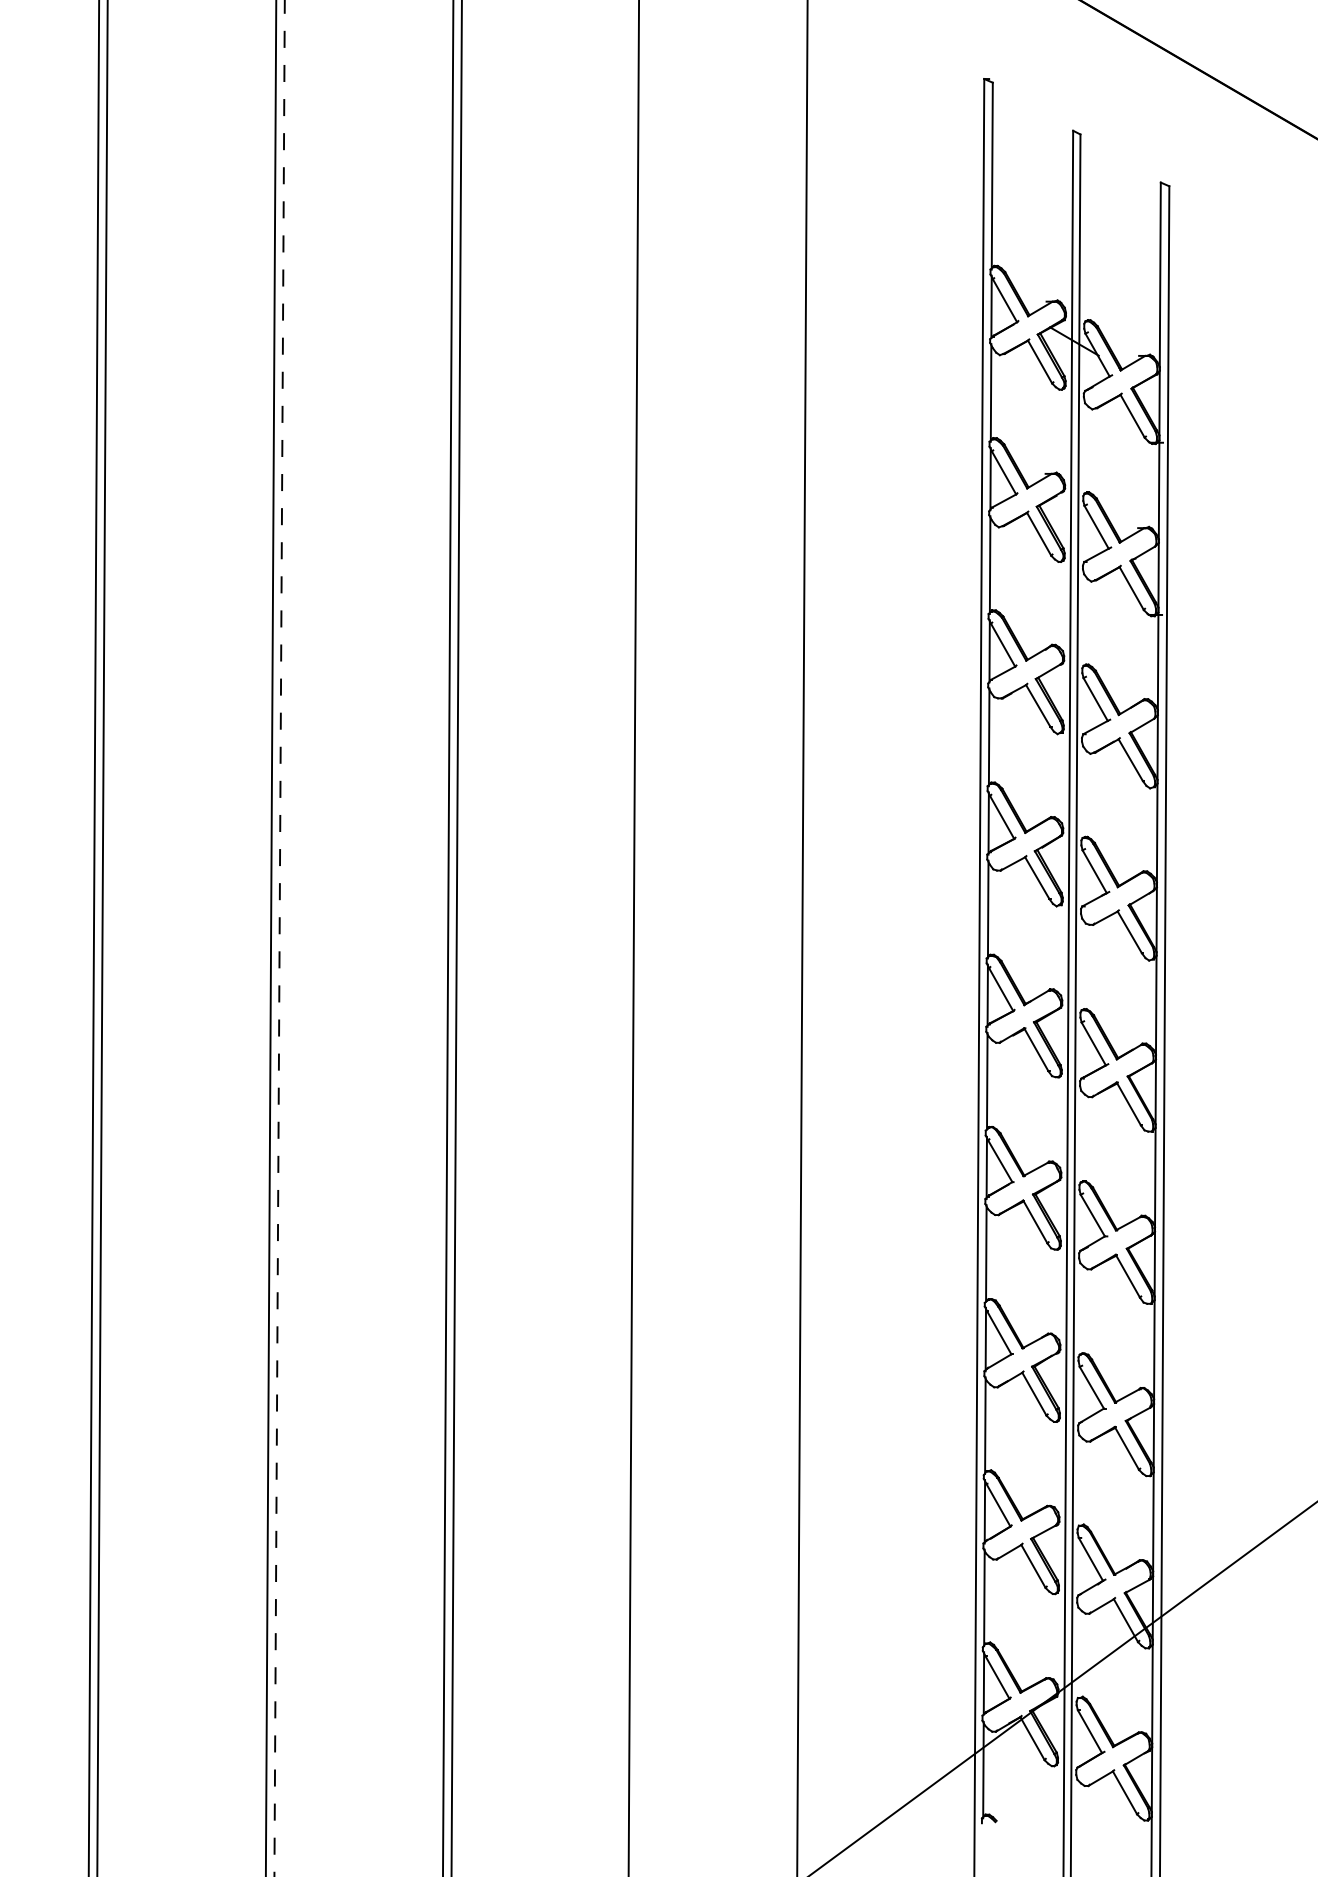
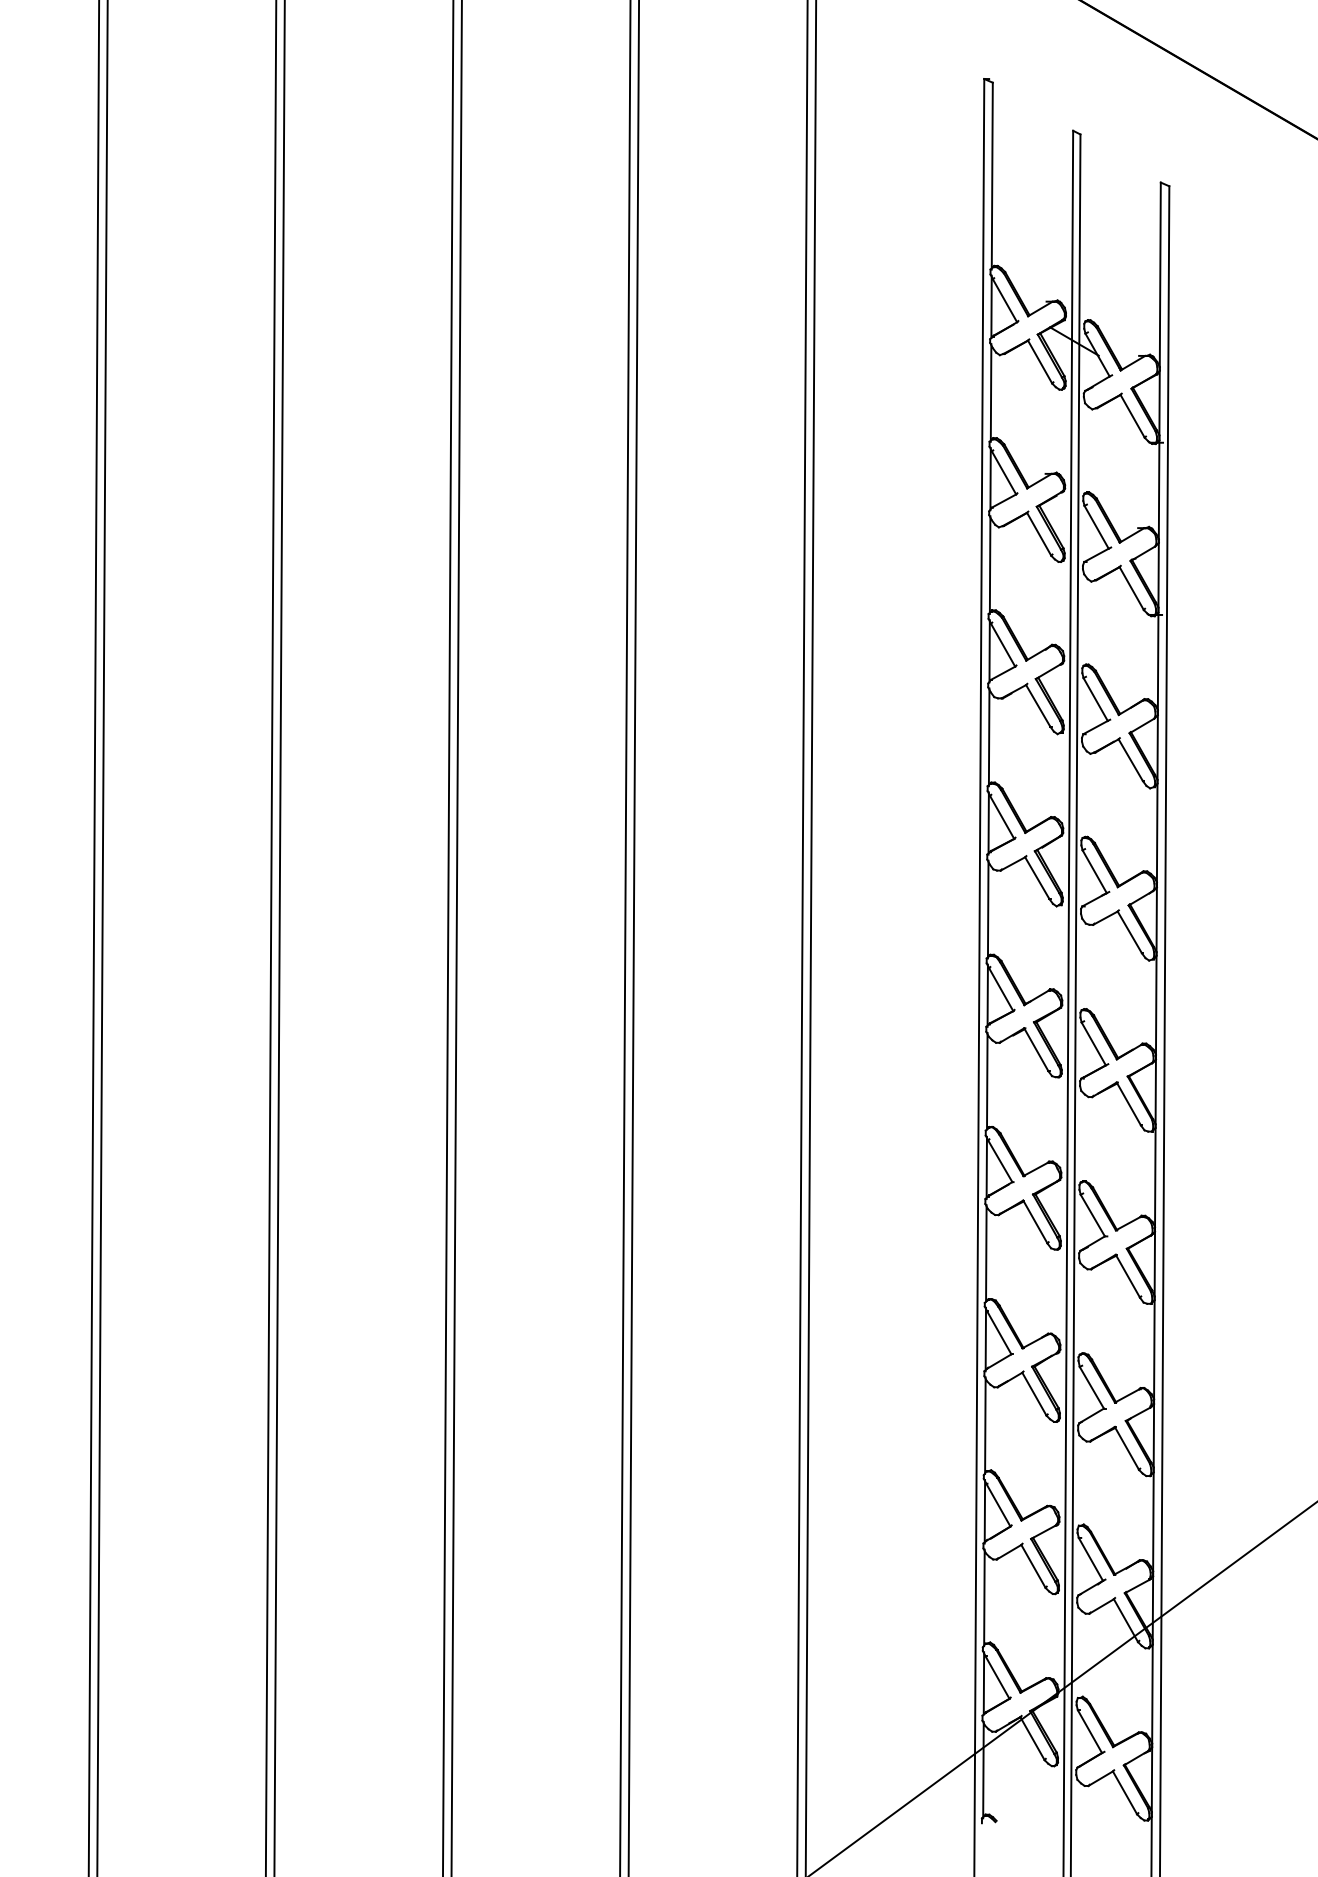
line at (625, 937): none -> present
line at (810, 937): none -> present
line at (279, 938): dashed -> solid
